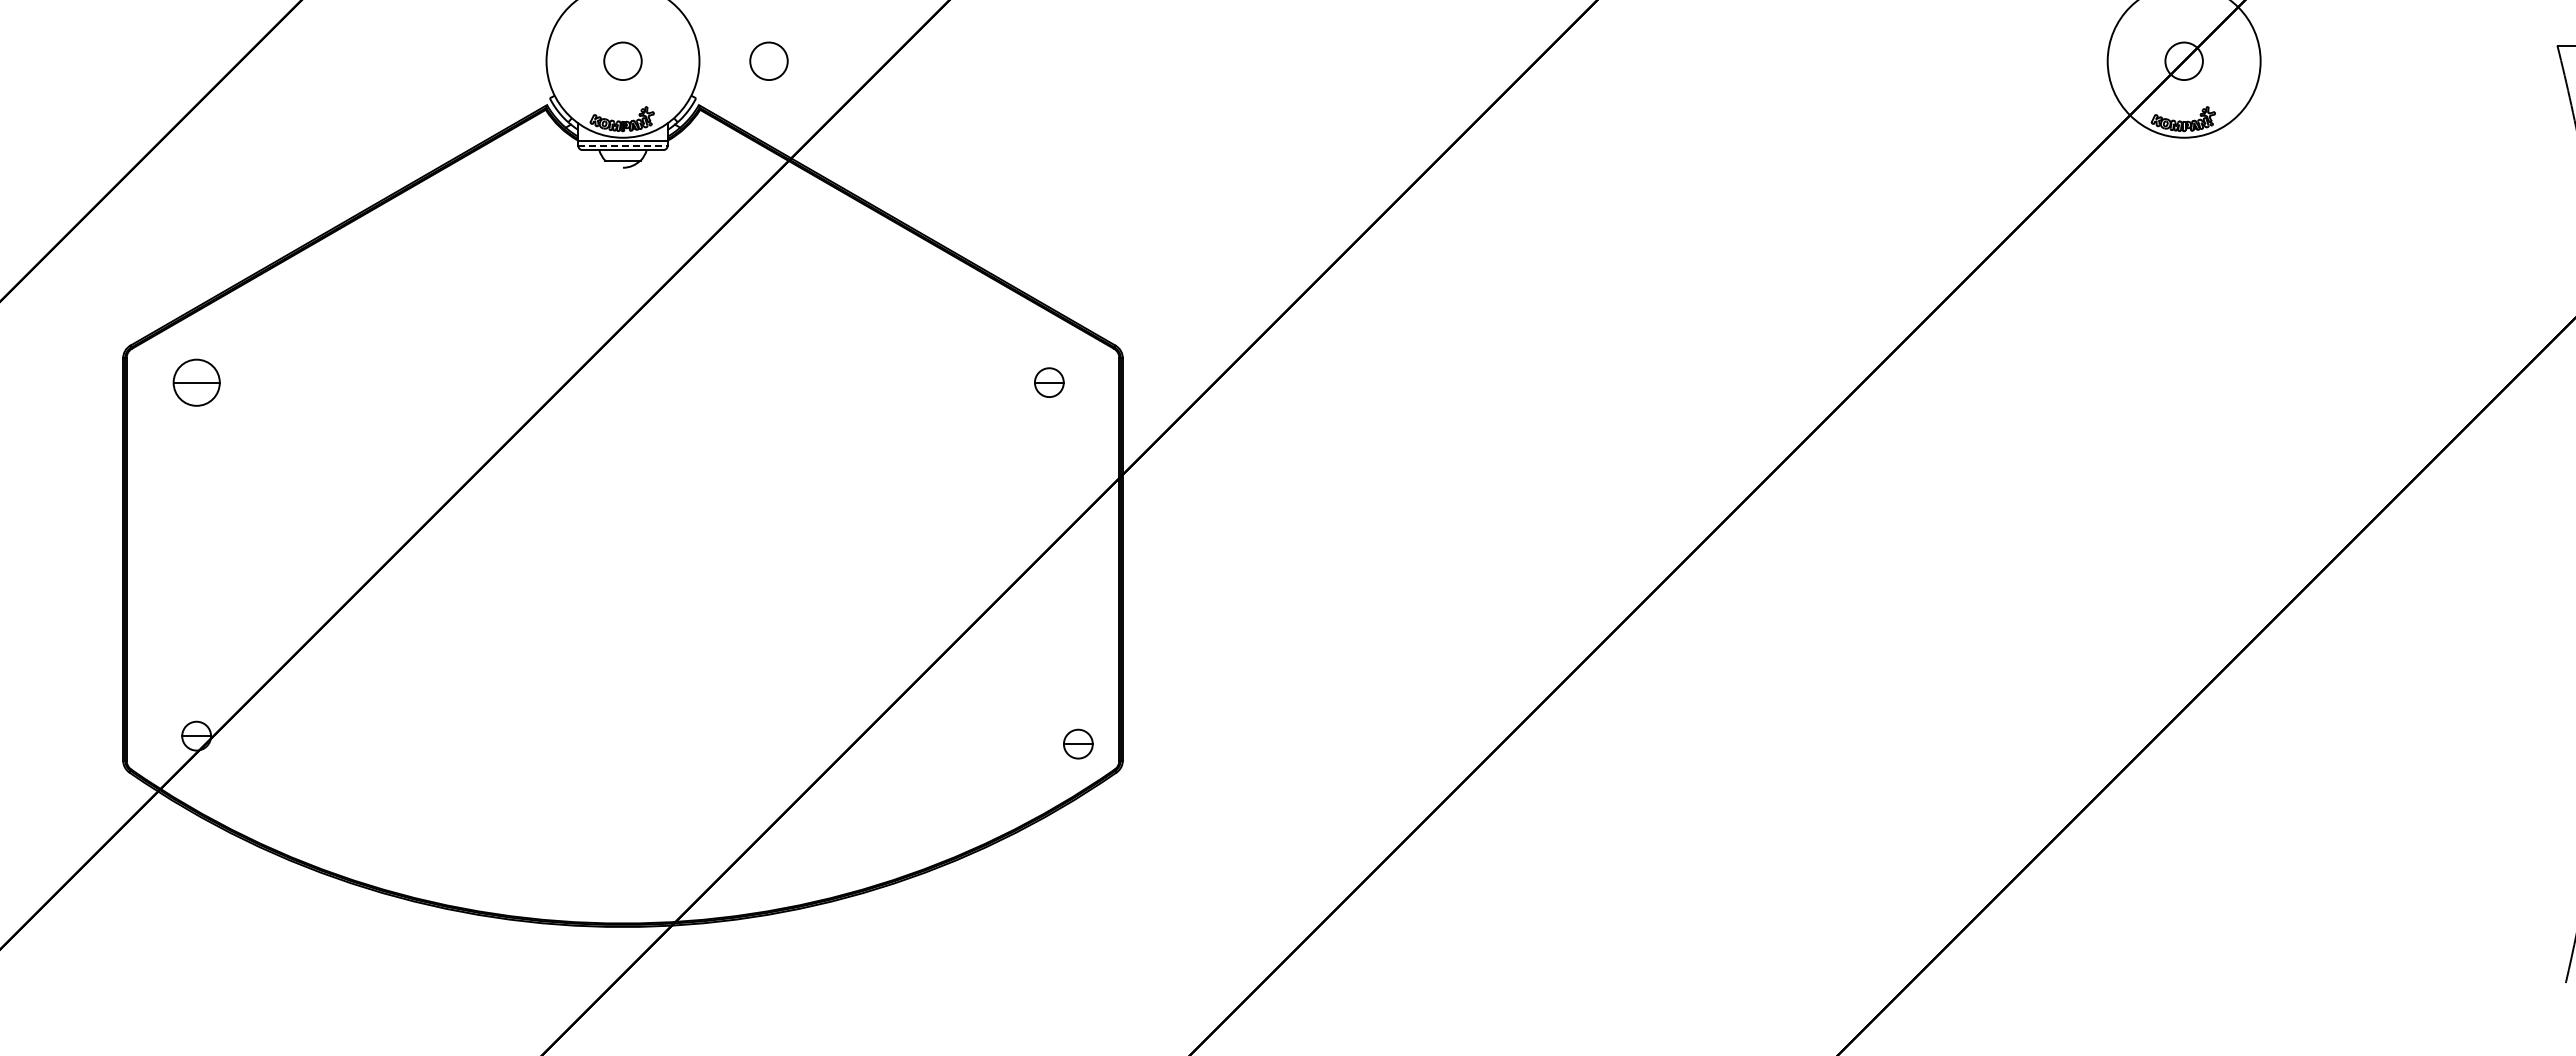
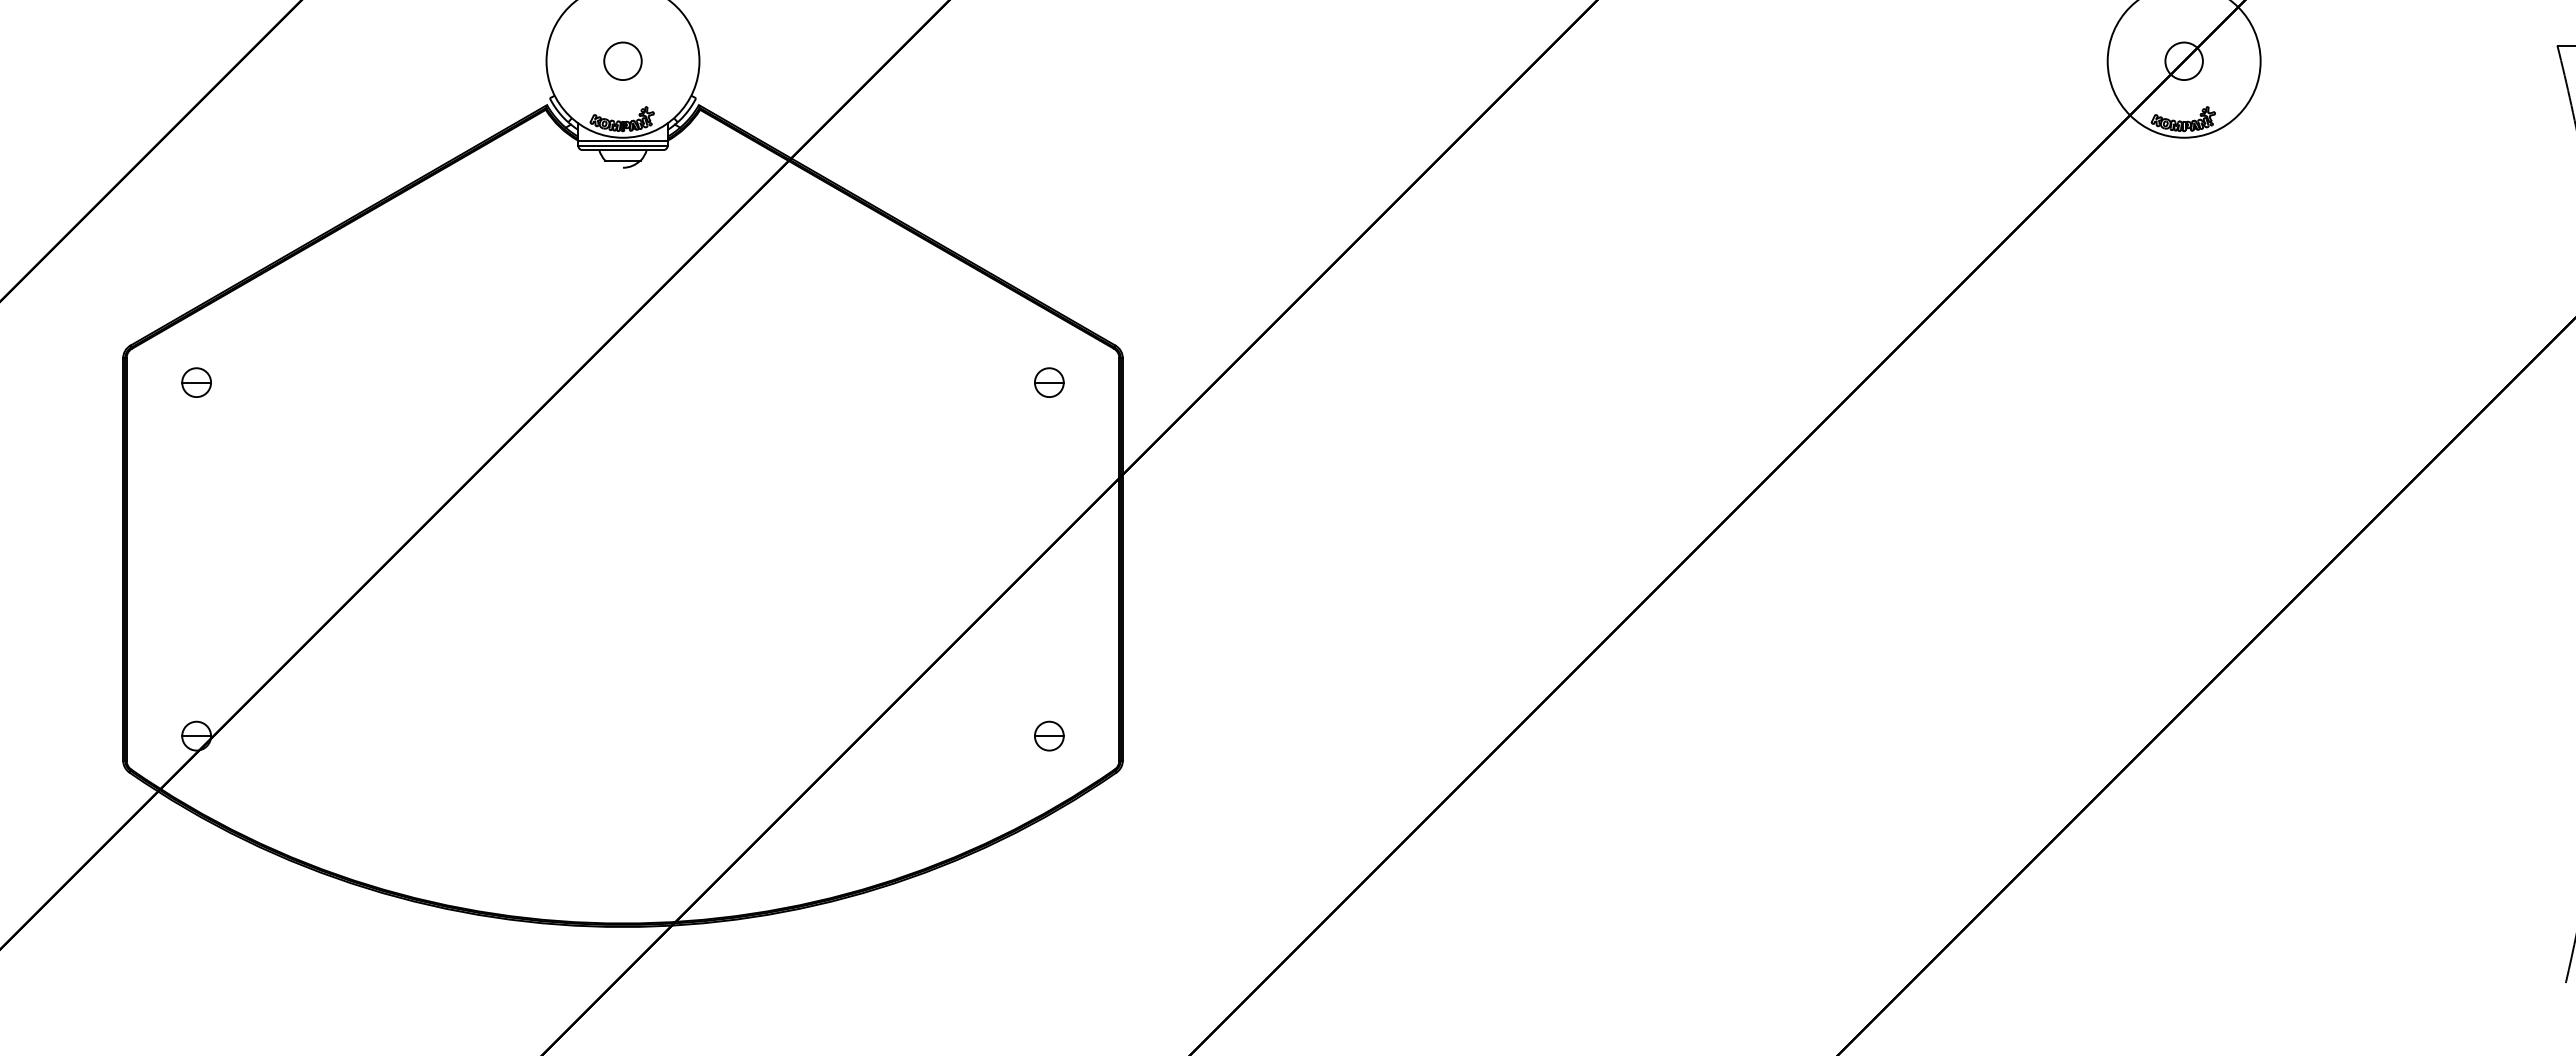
circle at (768, 60): present -> none
line at (623, 145): dashed -> solid
part at (196, 382) size: 49x49 px -> 31x31 px
part at (1078, 743) position: (1078, 743) -> (1049, 735)
